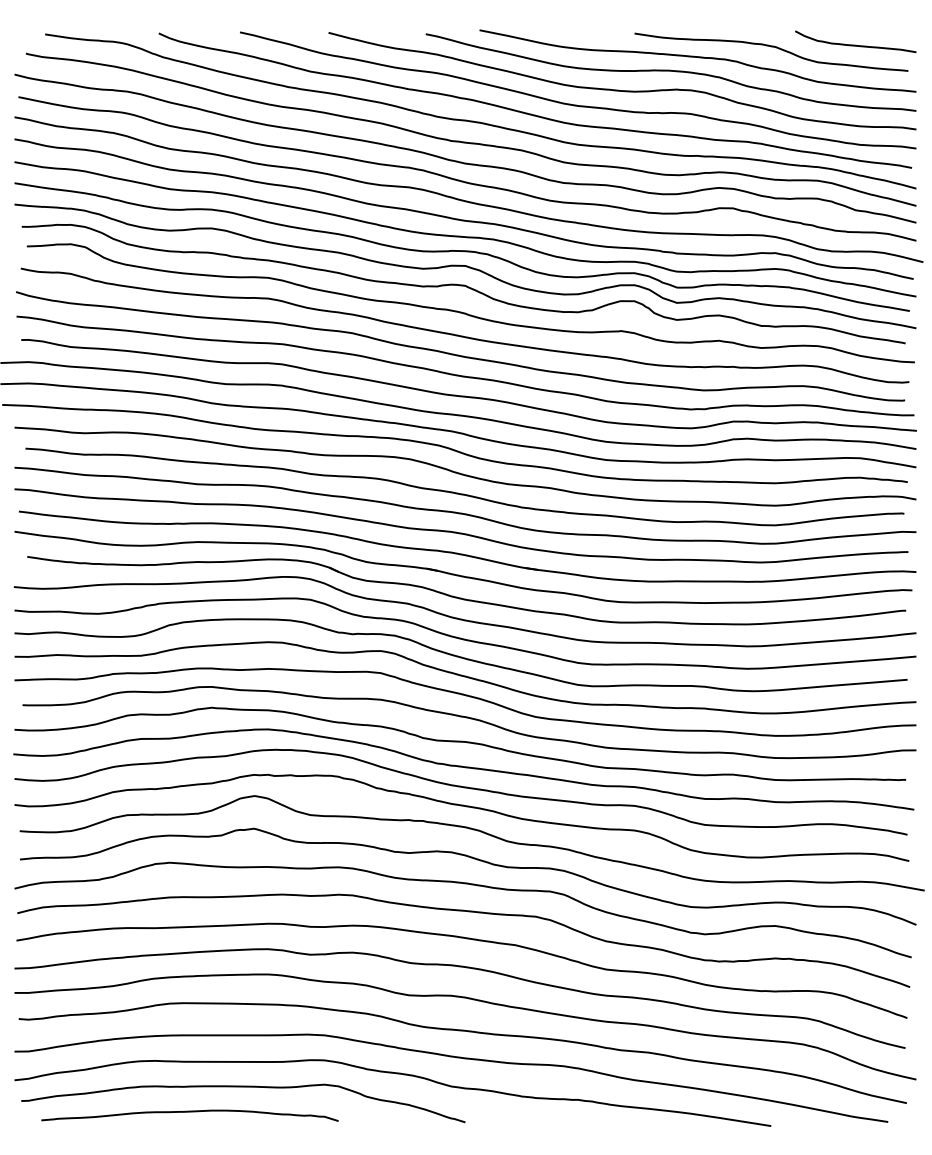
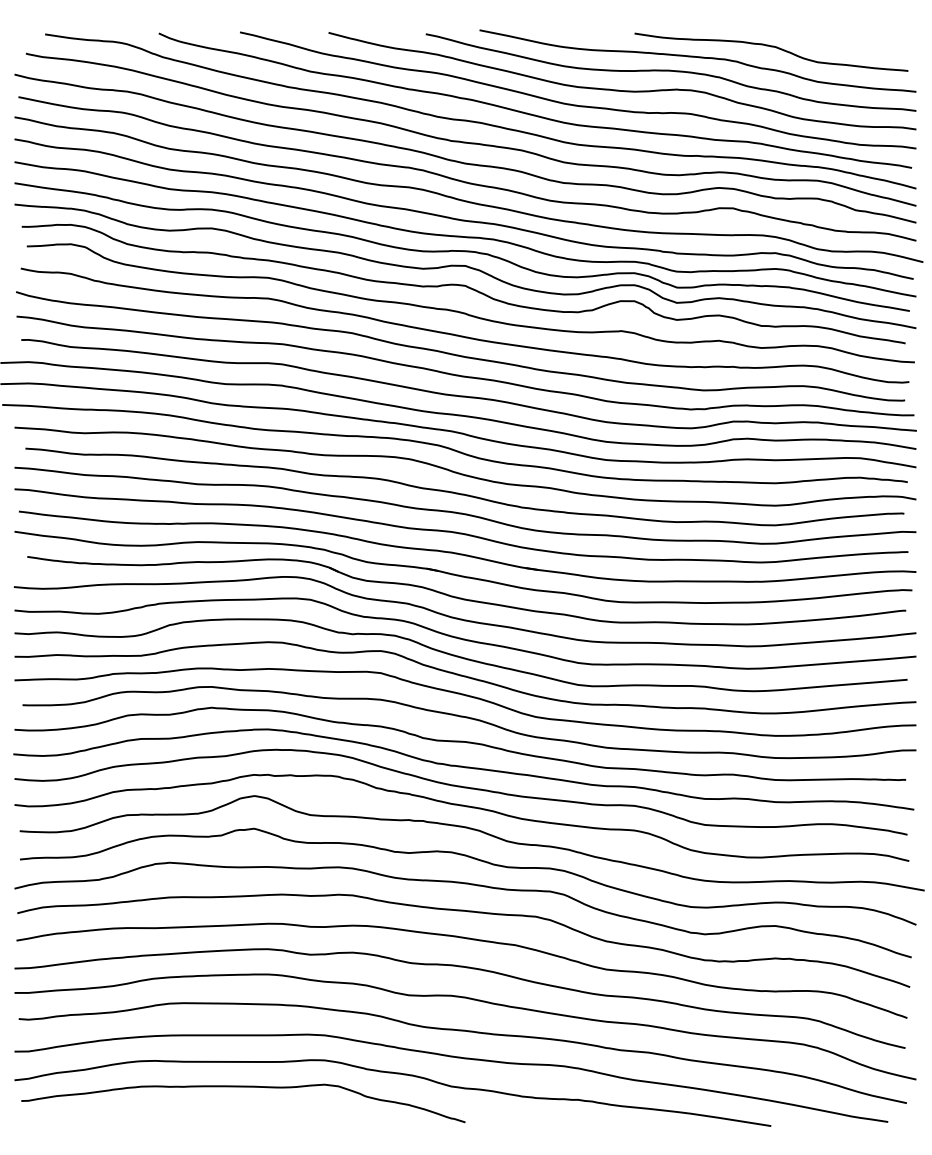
curve at (855, 44): present -> none
curve at (189, 1112): present -> none
